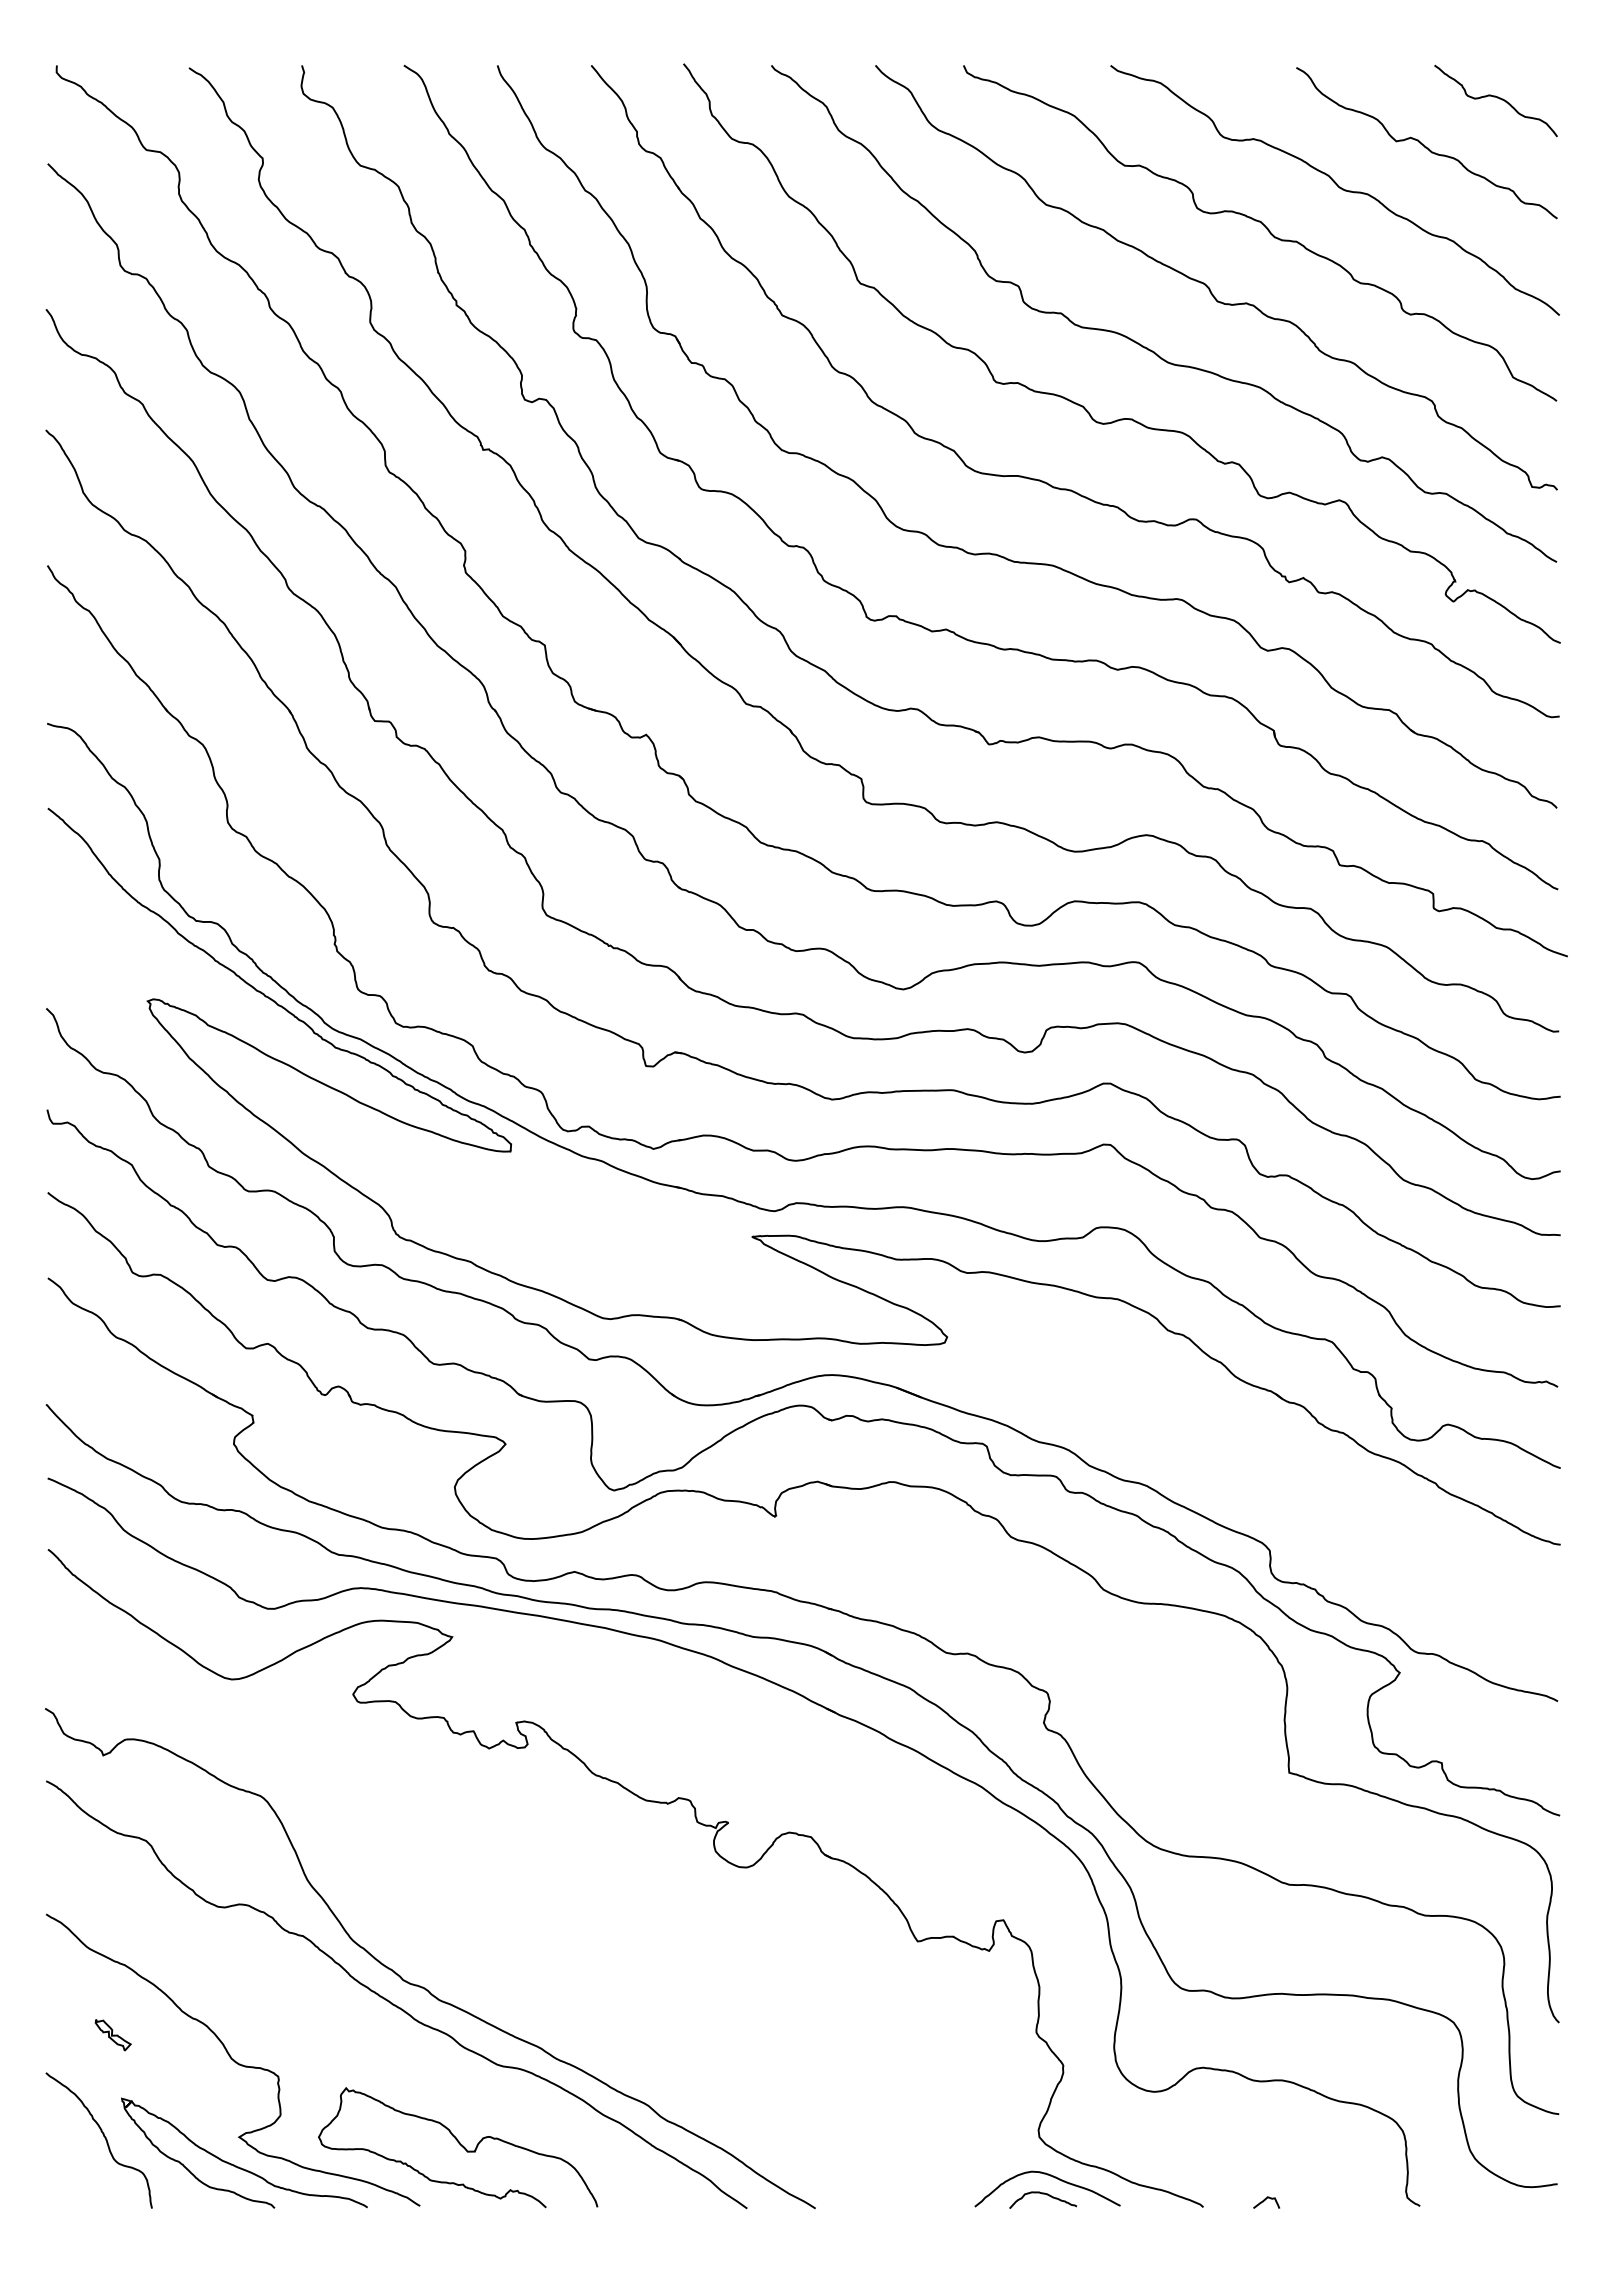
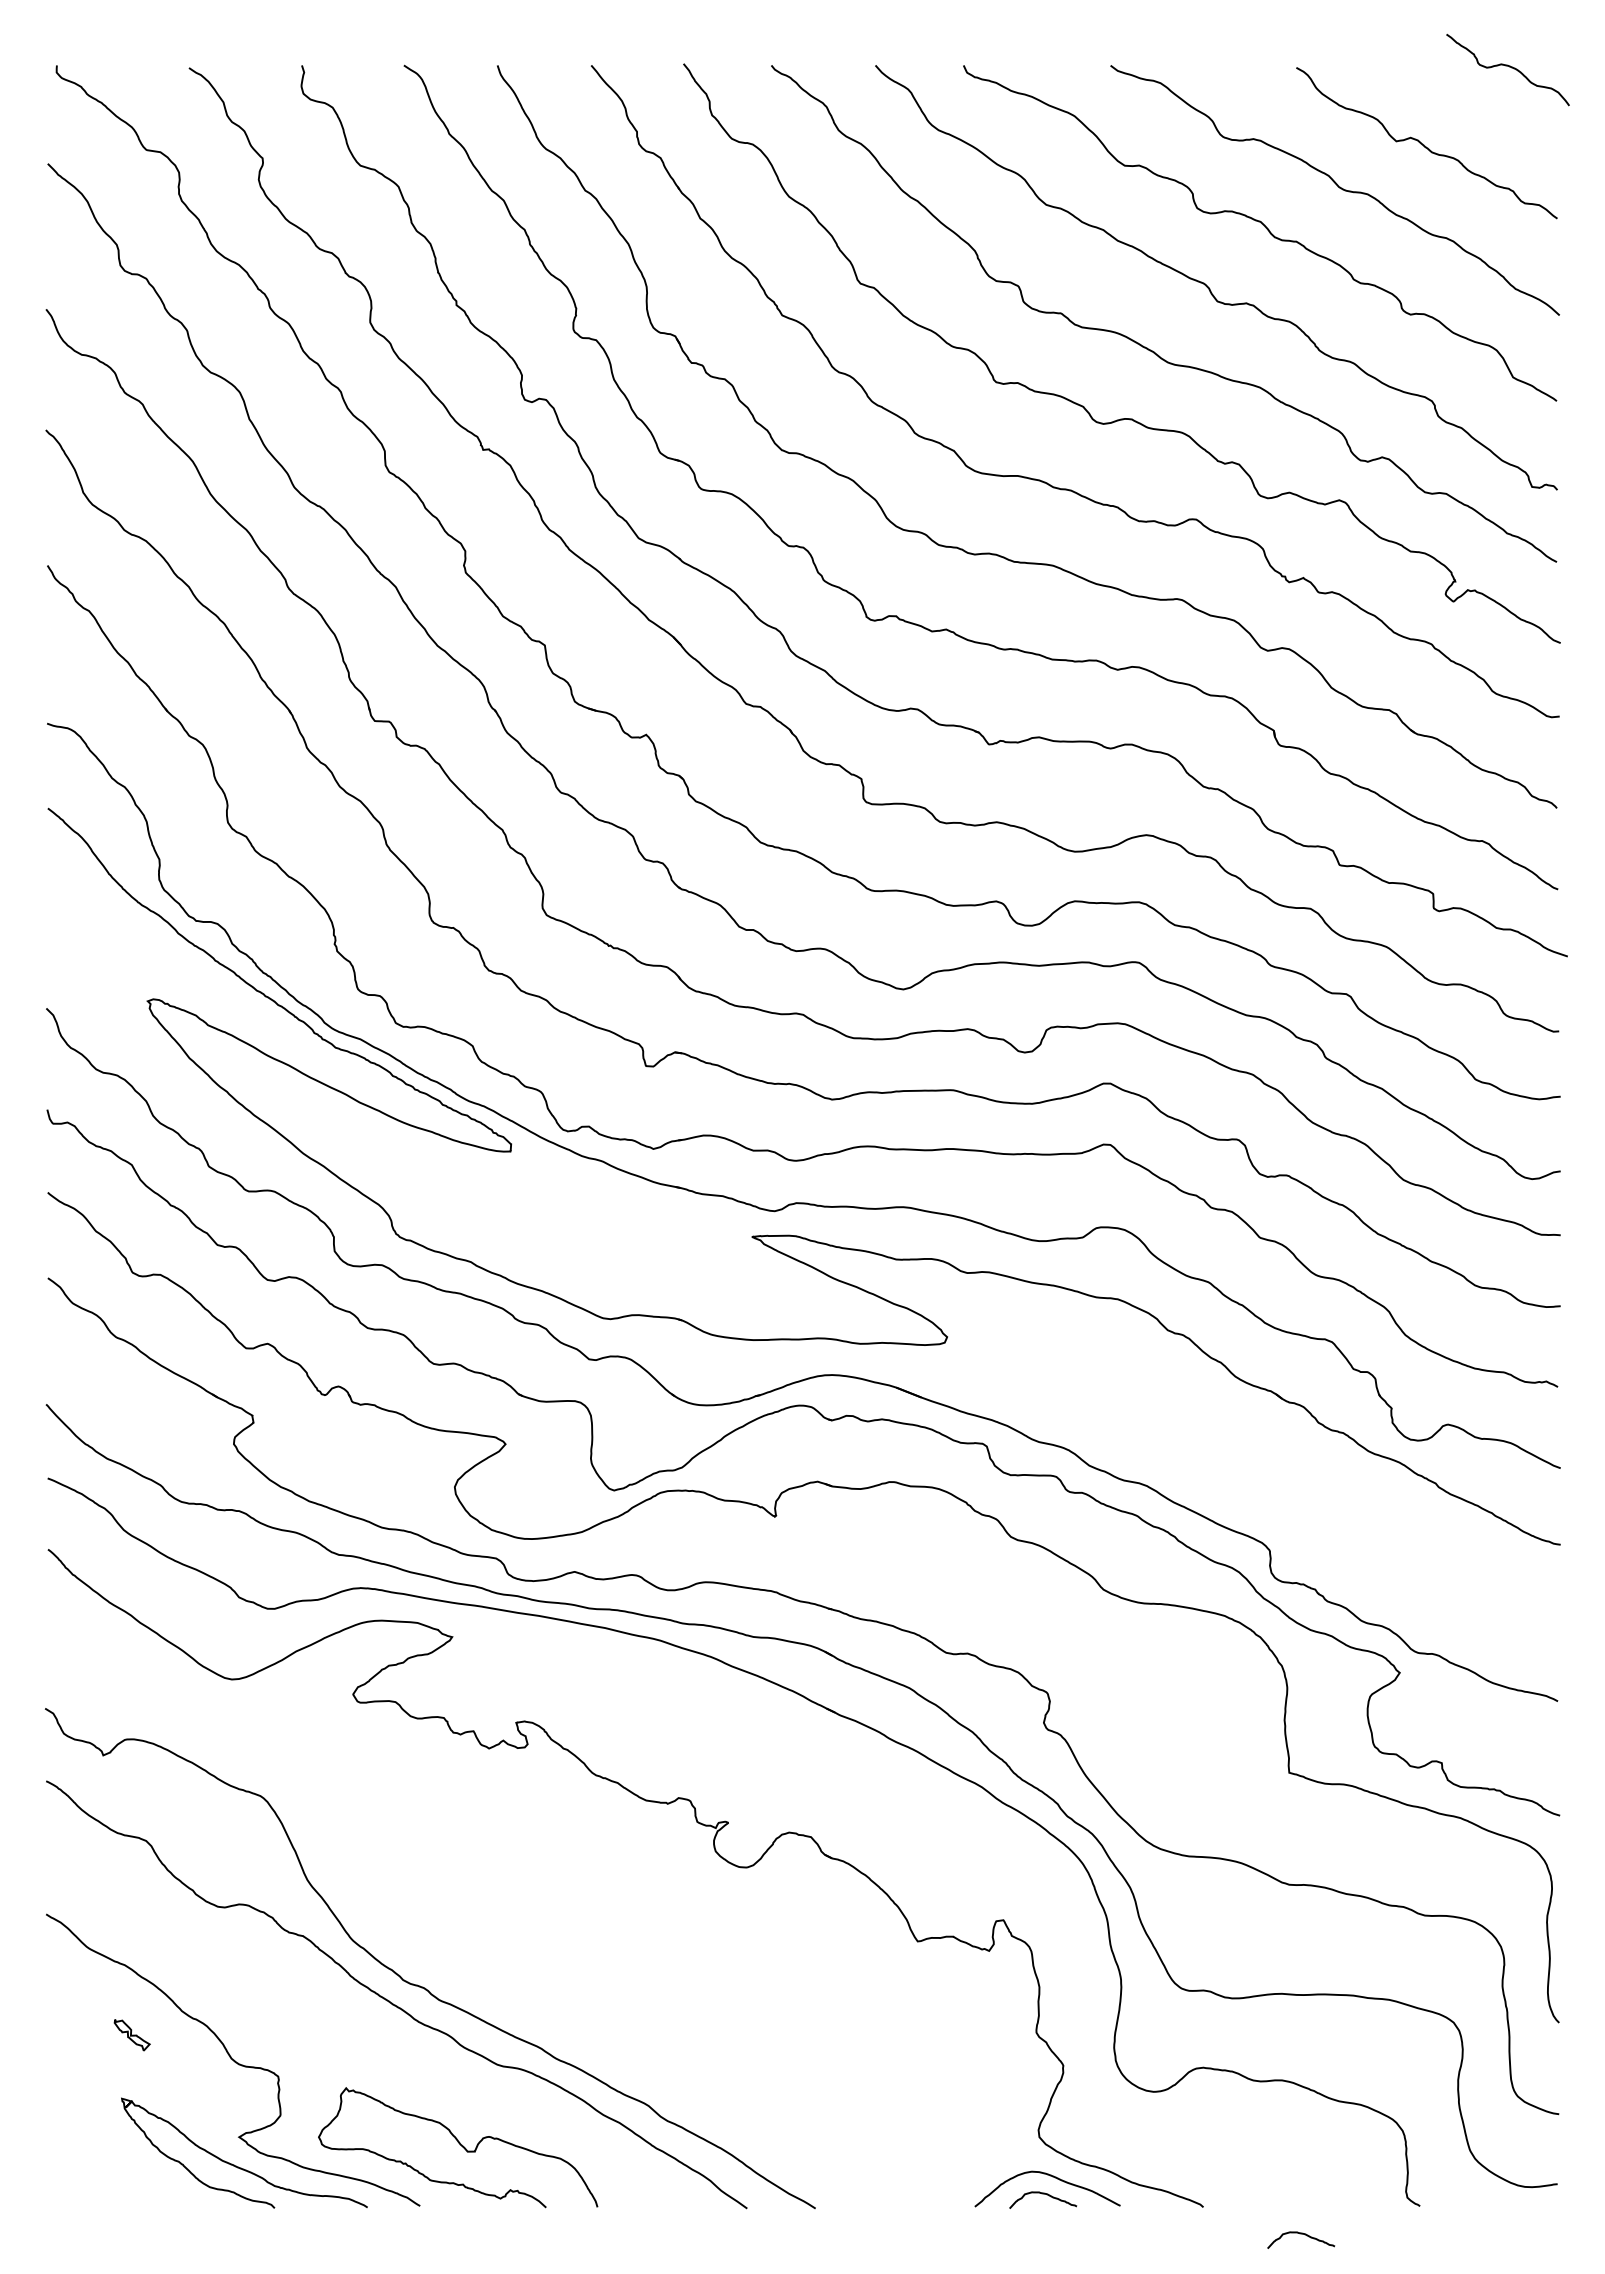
curve at (1497, 98) position: (1497, 98) -> (1509, 67)
part at (112, 2035) position: (112, 2035) -> (131, 2035)
curve at (104, 2138): present -> none
curve at (1265, 2200): present -> none
curve at (1301, 2234): none -> present
